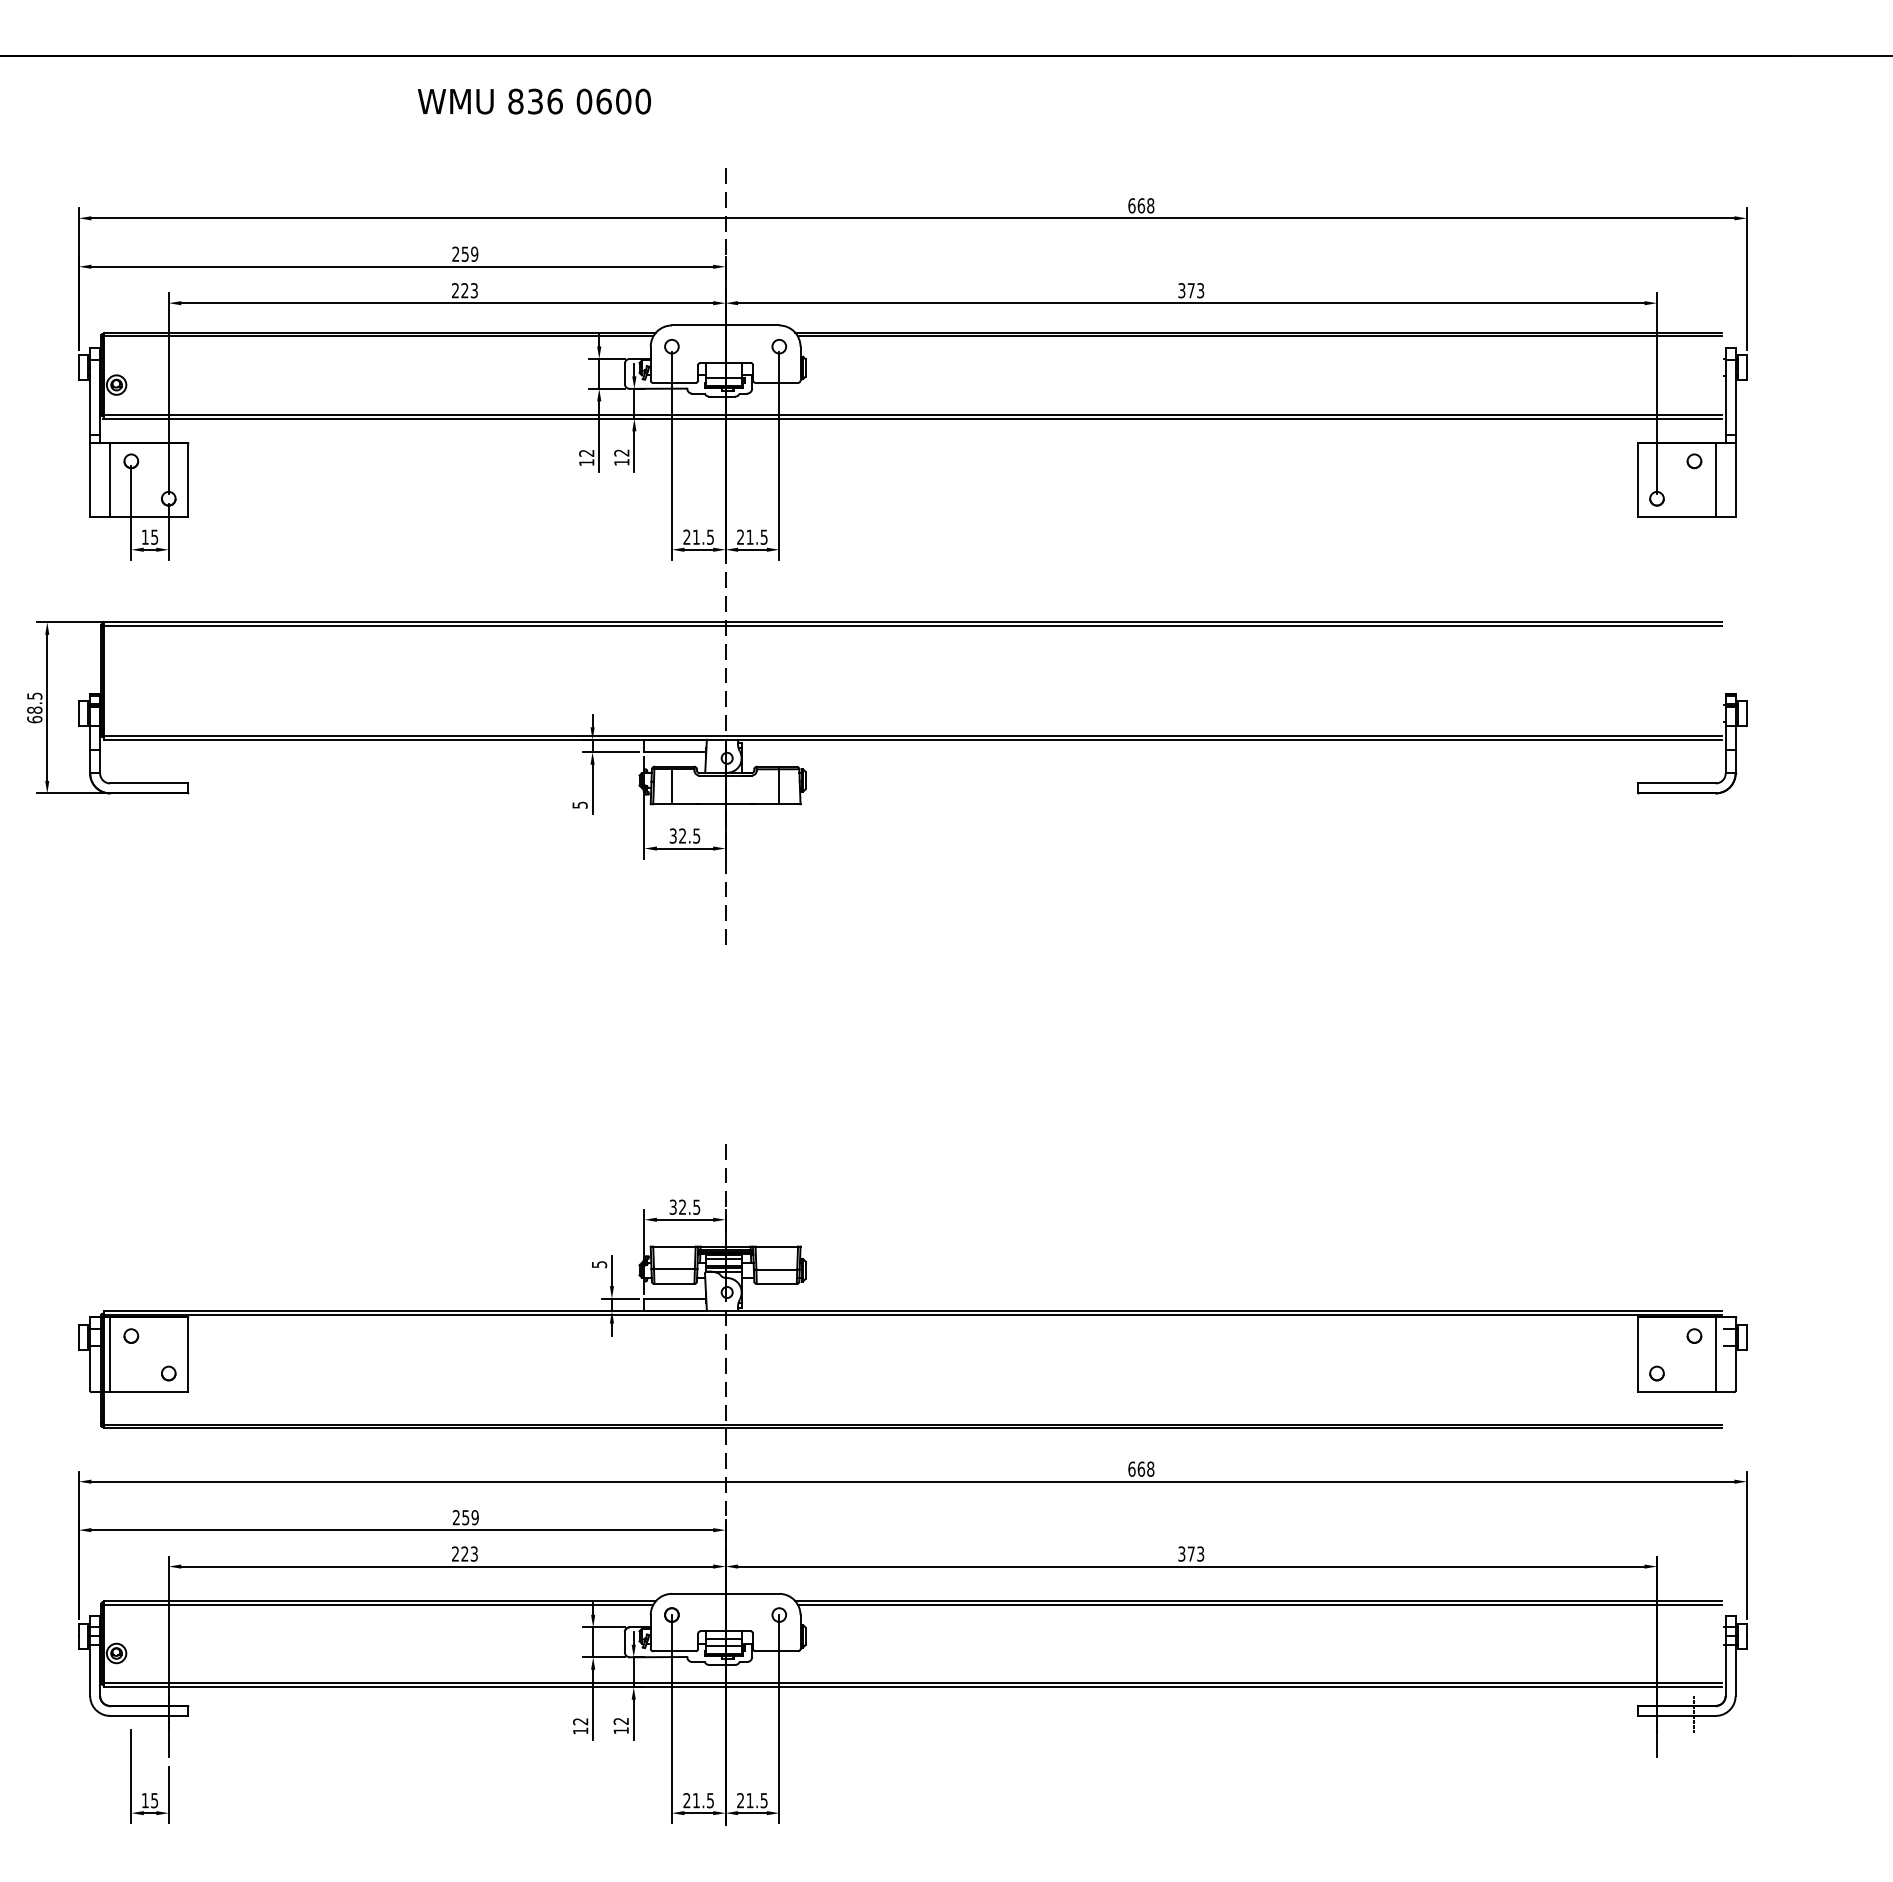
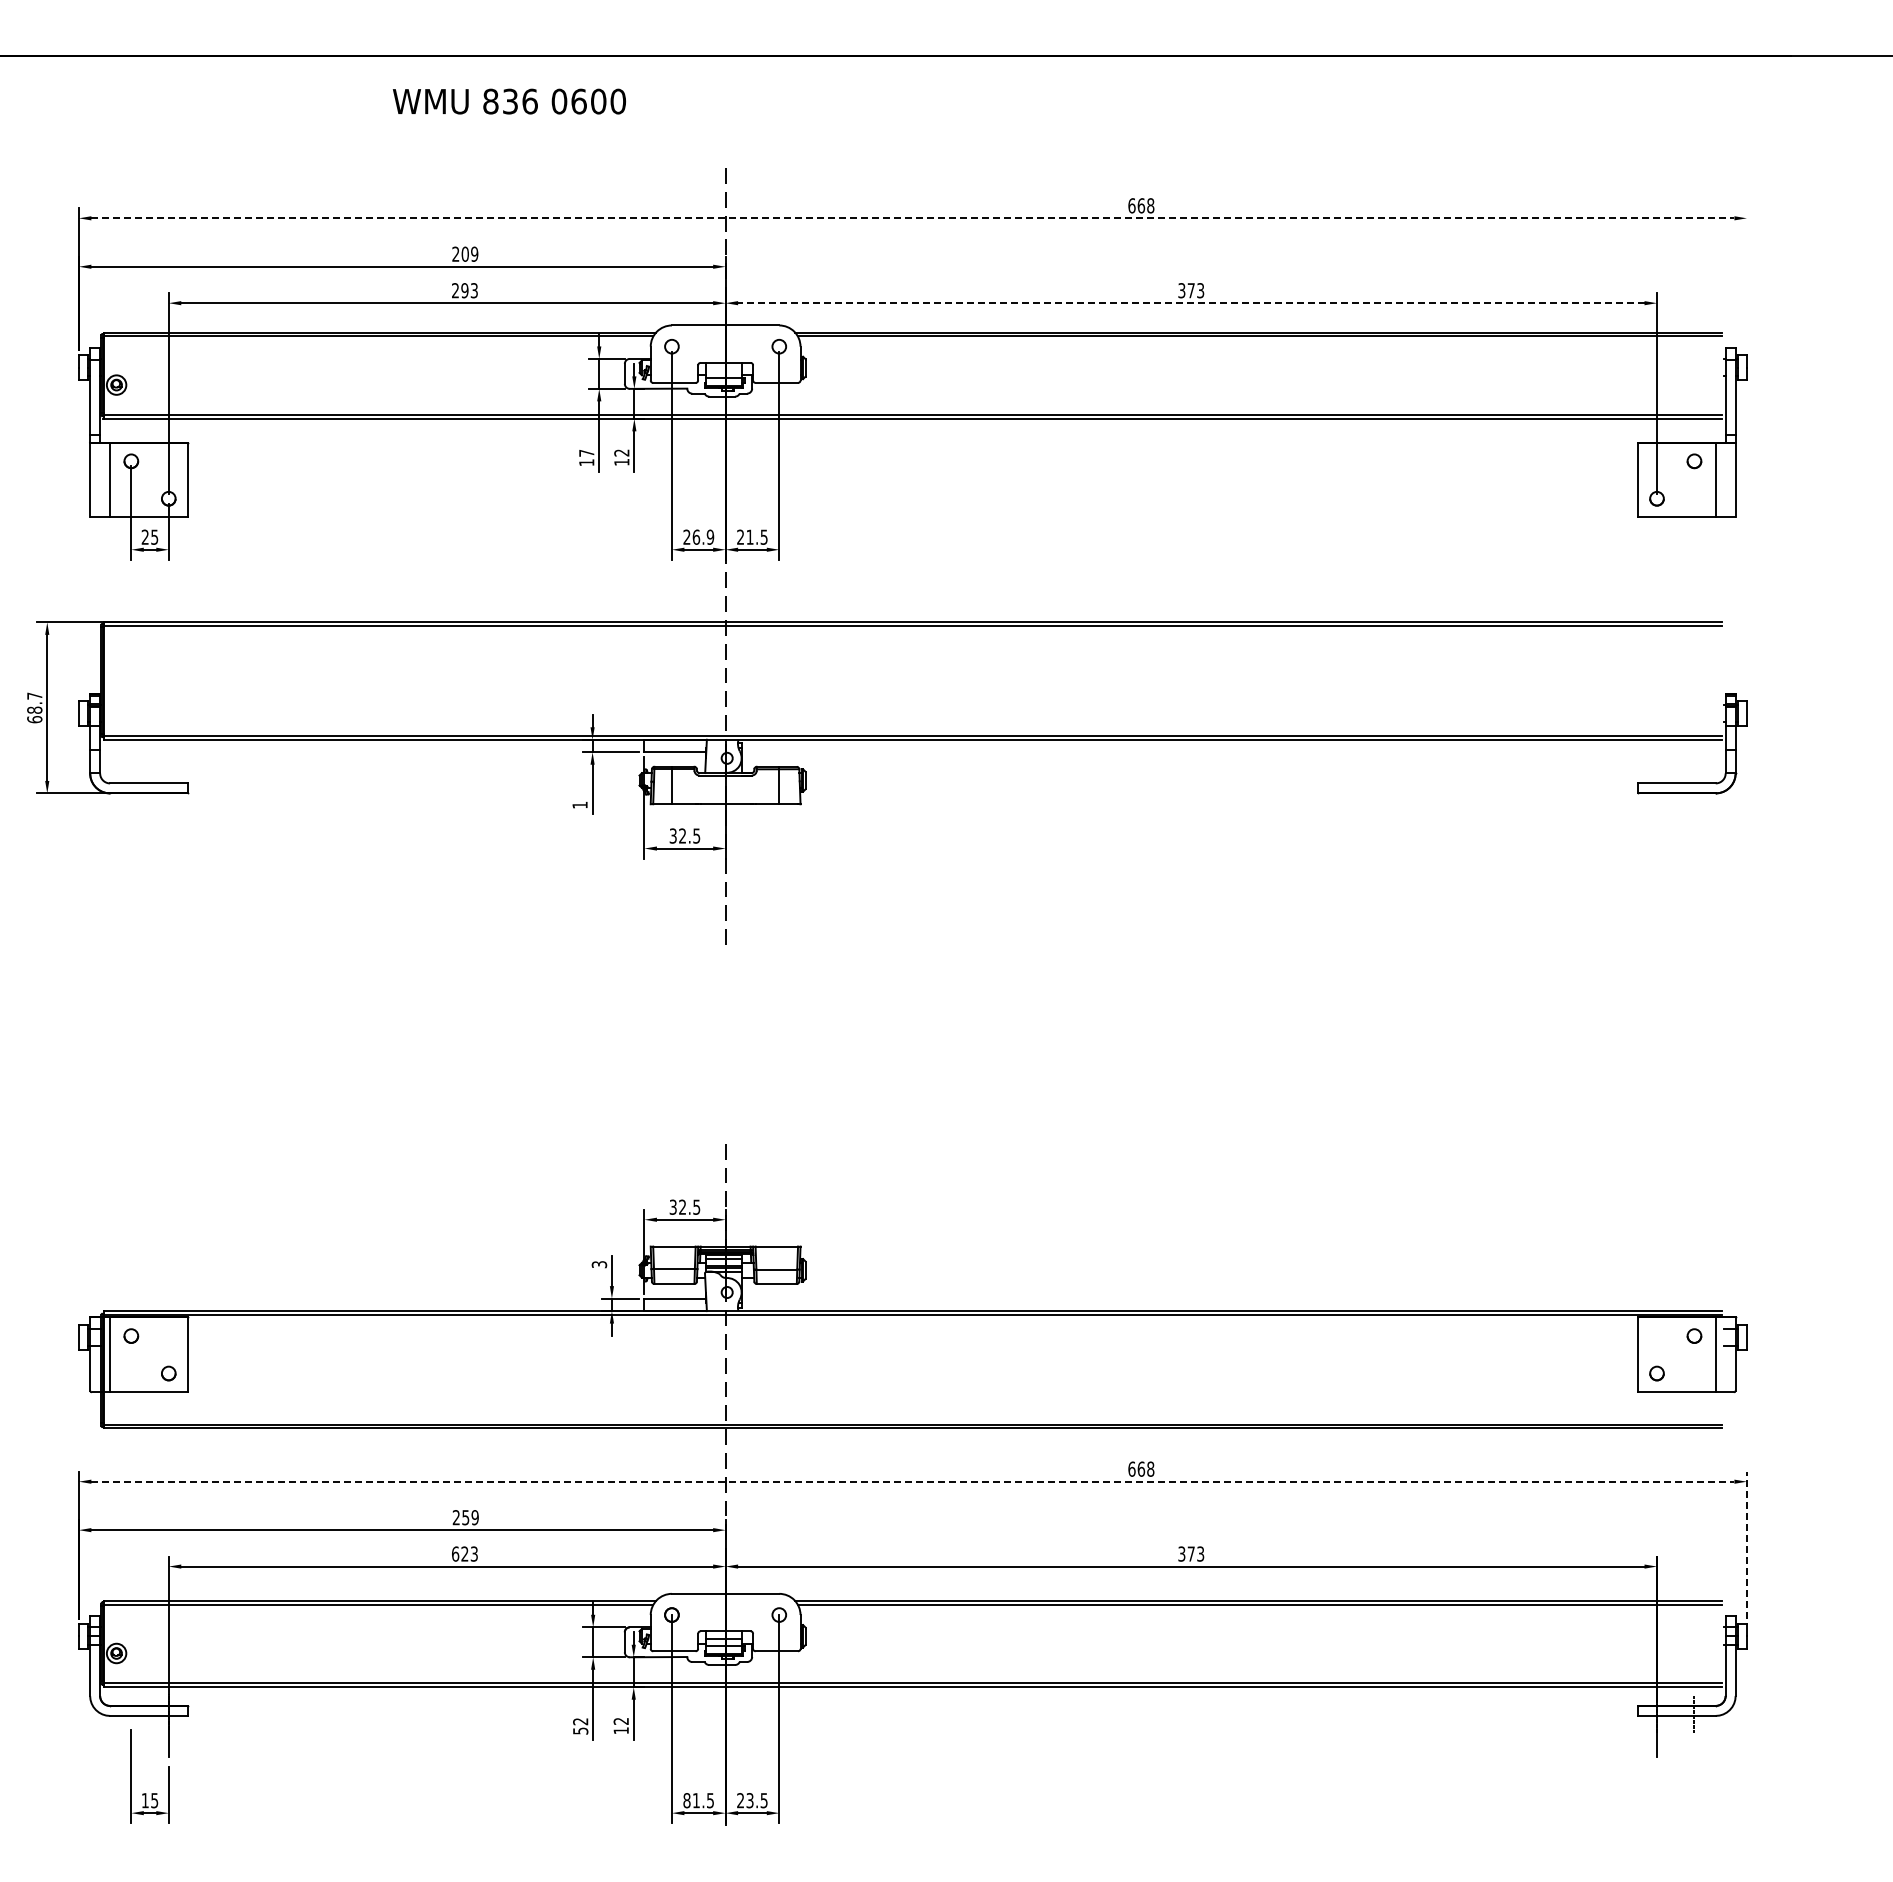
text at (534, 101) position: (534, 101) -> (509, 101)
line at (912, 218): solid -> dashed
text at (464, 253): 259 -> 209
line at (1746, 279): present -> none
text at (464, 290): 223 -> 293
line at (1190, 303): solid -> dashed
text at (586, 453): 12 -> 17
text at (144, 536): 15 -> 25
text at (703, 536): 21.5 -> 26.9
text at (34, 695): 68.5 -> 68.7
text at (579, 804): 5 -> 1
text at (598, 1264): 5 -> 3
line at (912, 1481): solid -> dashed
line at (1746, 1544): solid -> dashed
text at (455, 1553): 223 -> 623
text at (580, 1730): 12 -> 52
text at (686, 1800): 21.5 -> 81.5
text at (749, 1800): 21.5 -> 23.5
